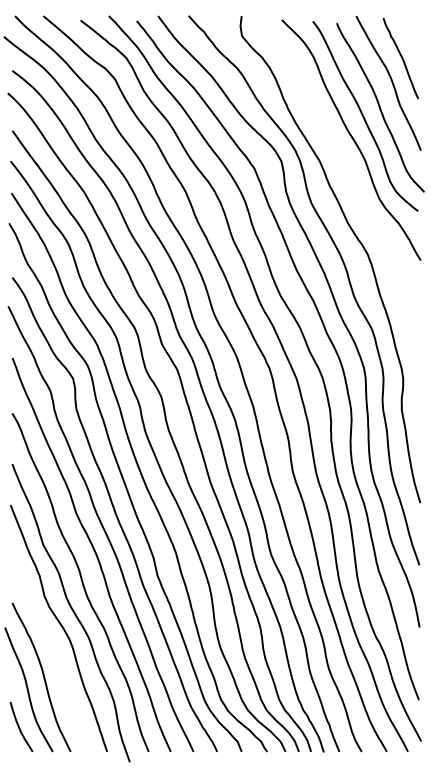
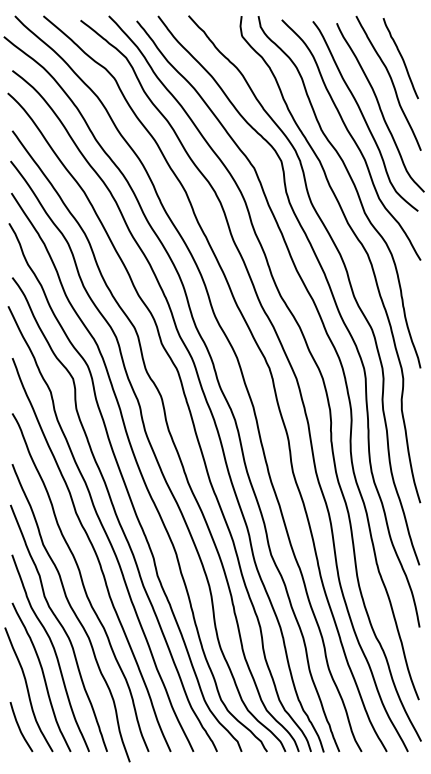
curve at (354, 188): none -> present
curve at (53, 650): none -> present
